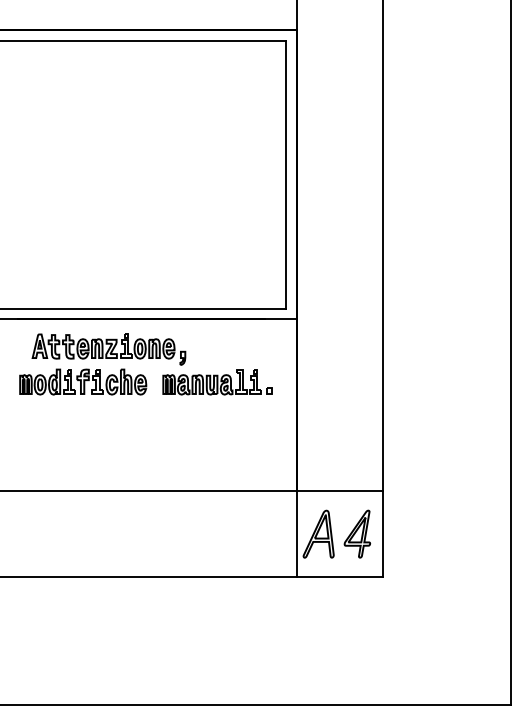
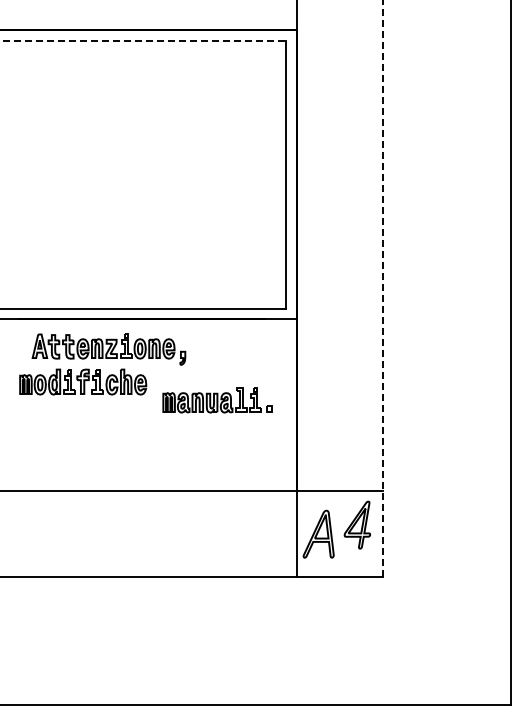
line at (143, 40): solid -> dashed
line at (382, 288): solid -> dashed
part at (217, 382) position: (217, 382) -> (217, 400)
part at (357, 533) position: (357, 533) -> (357, 524)
